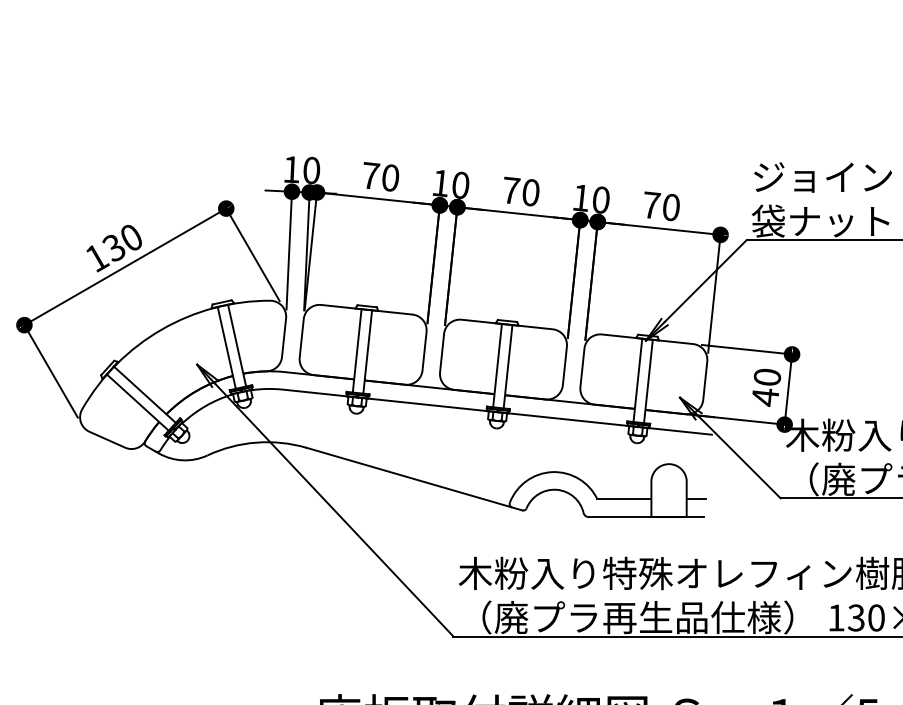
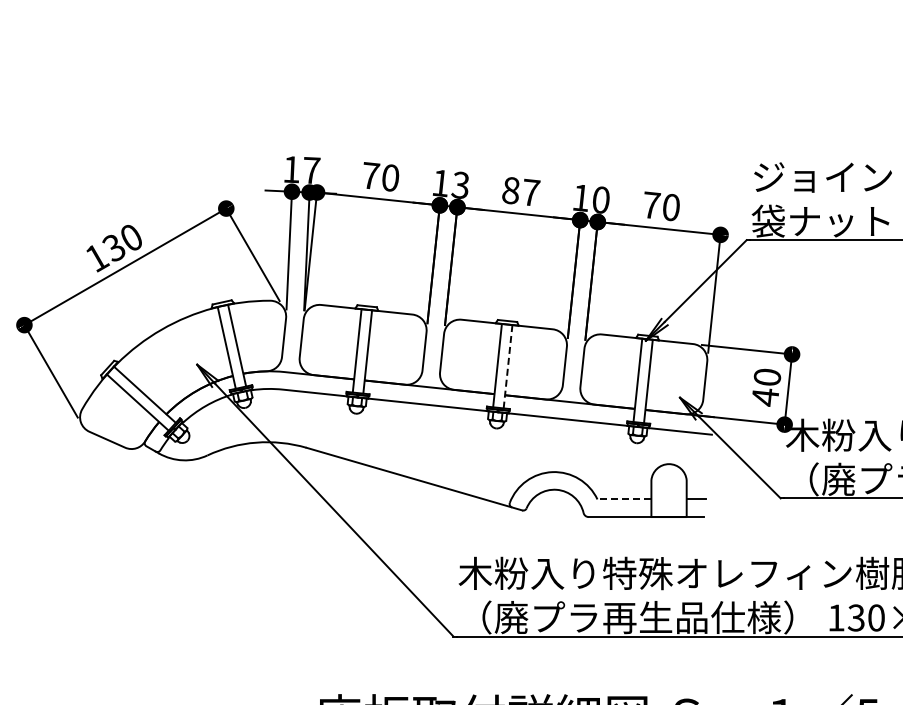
text at (311, 170): 10 -> 17
text at (460, 184): 10 -> 13
text at (521, 191): 70 -> 87
line at (508, 366): solid -> dashed
line at (624, 499): solid -> dashed
